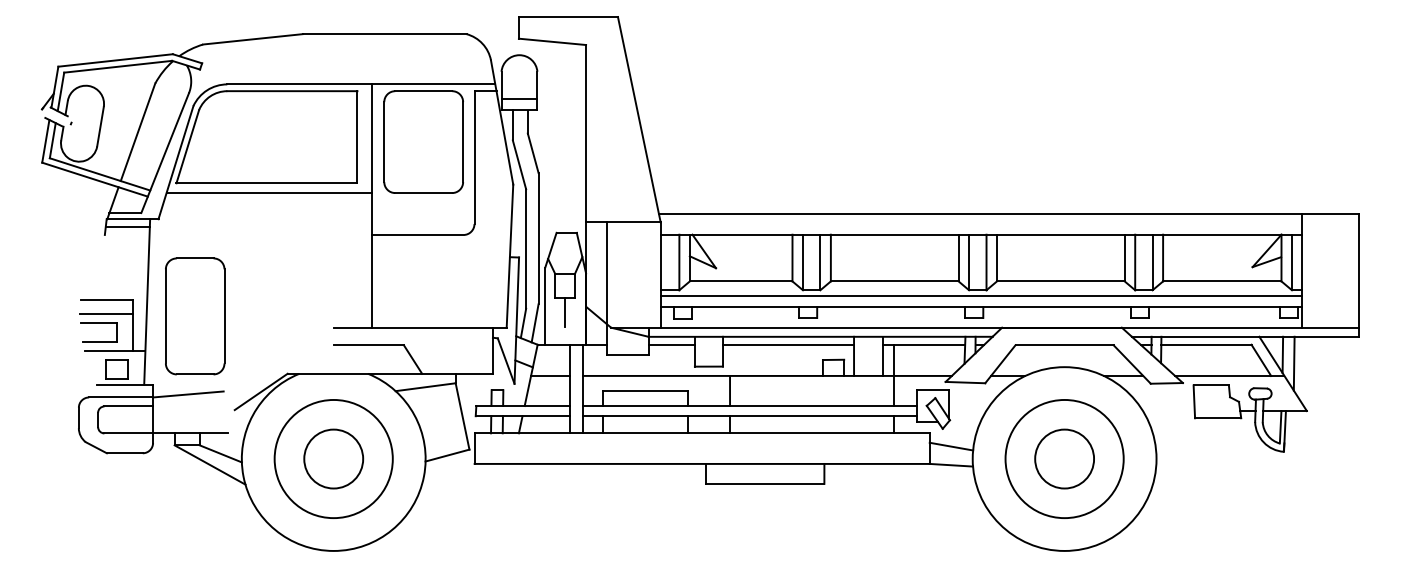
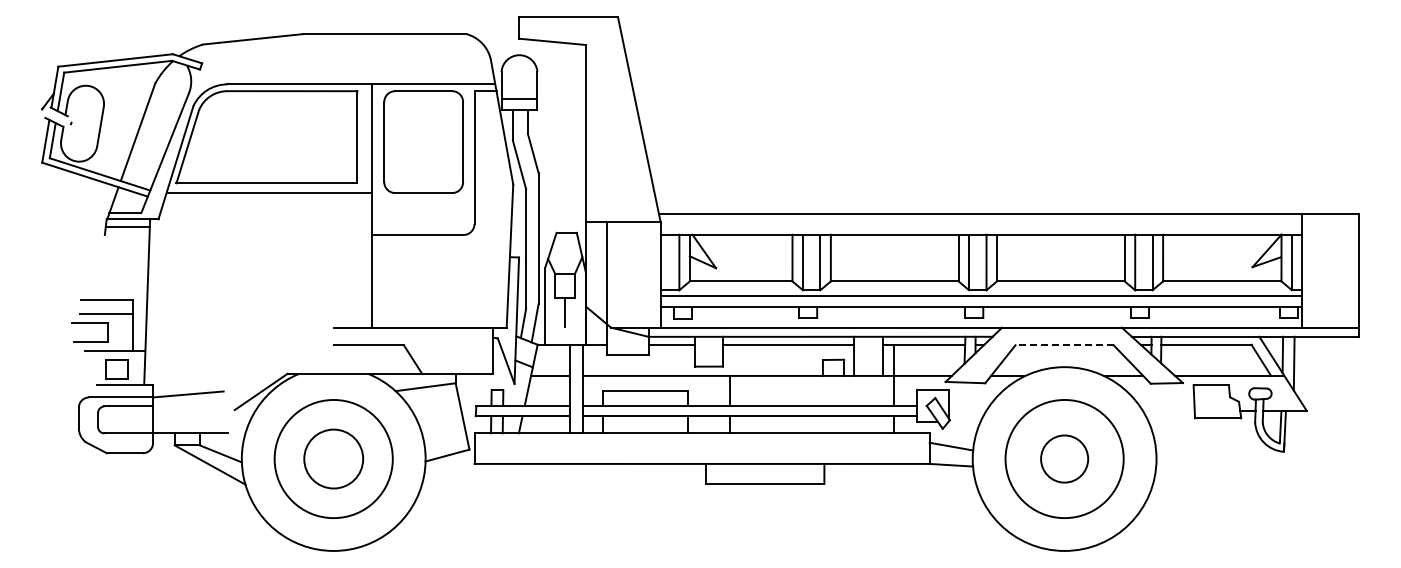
part at (195, 316): present -> none
part at (98, 323) position: (98, 323) -> (89, 323)
line at (1064, 345): solid -> dashed
circle at (1064, 458) diameter: 59 px -> 47 px
